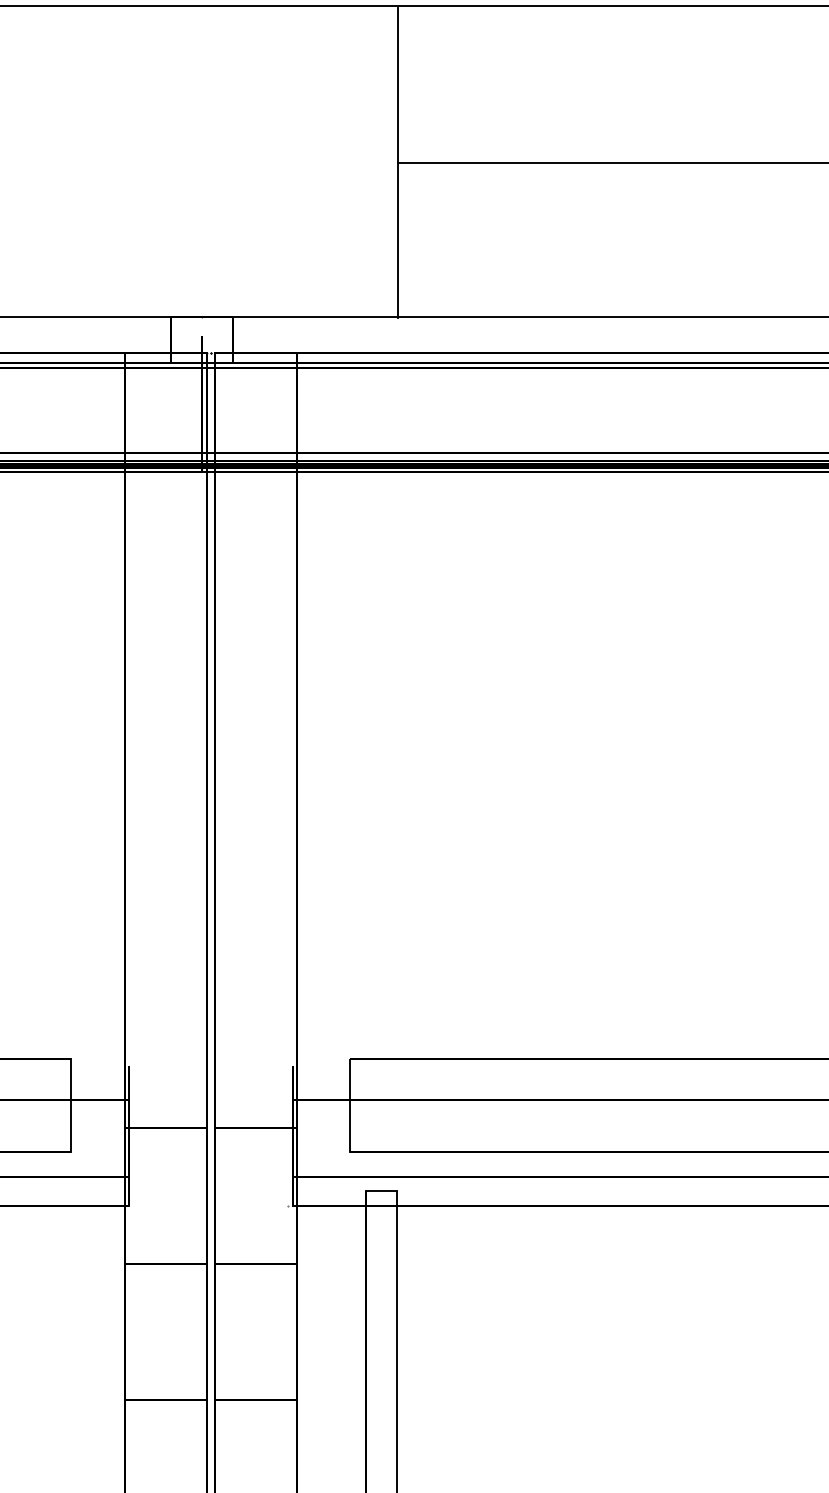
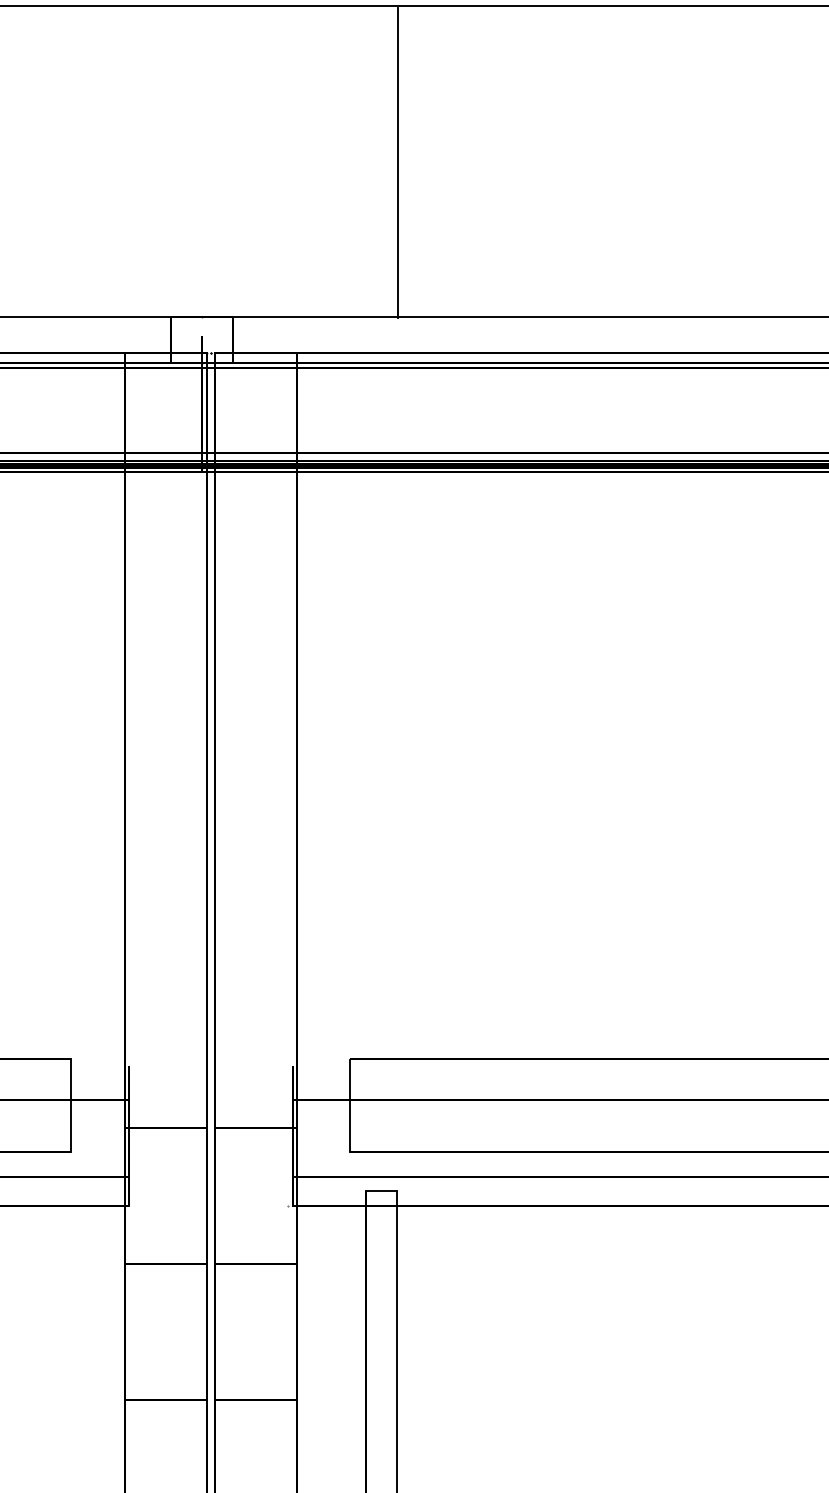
line at (611, 163): present -> none
